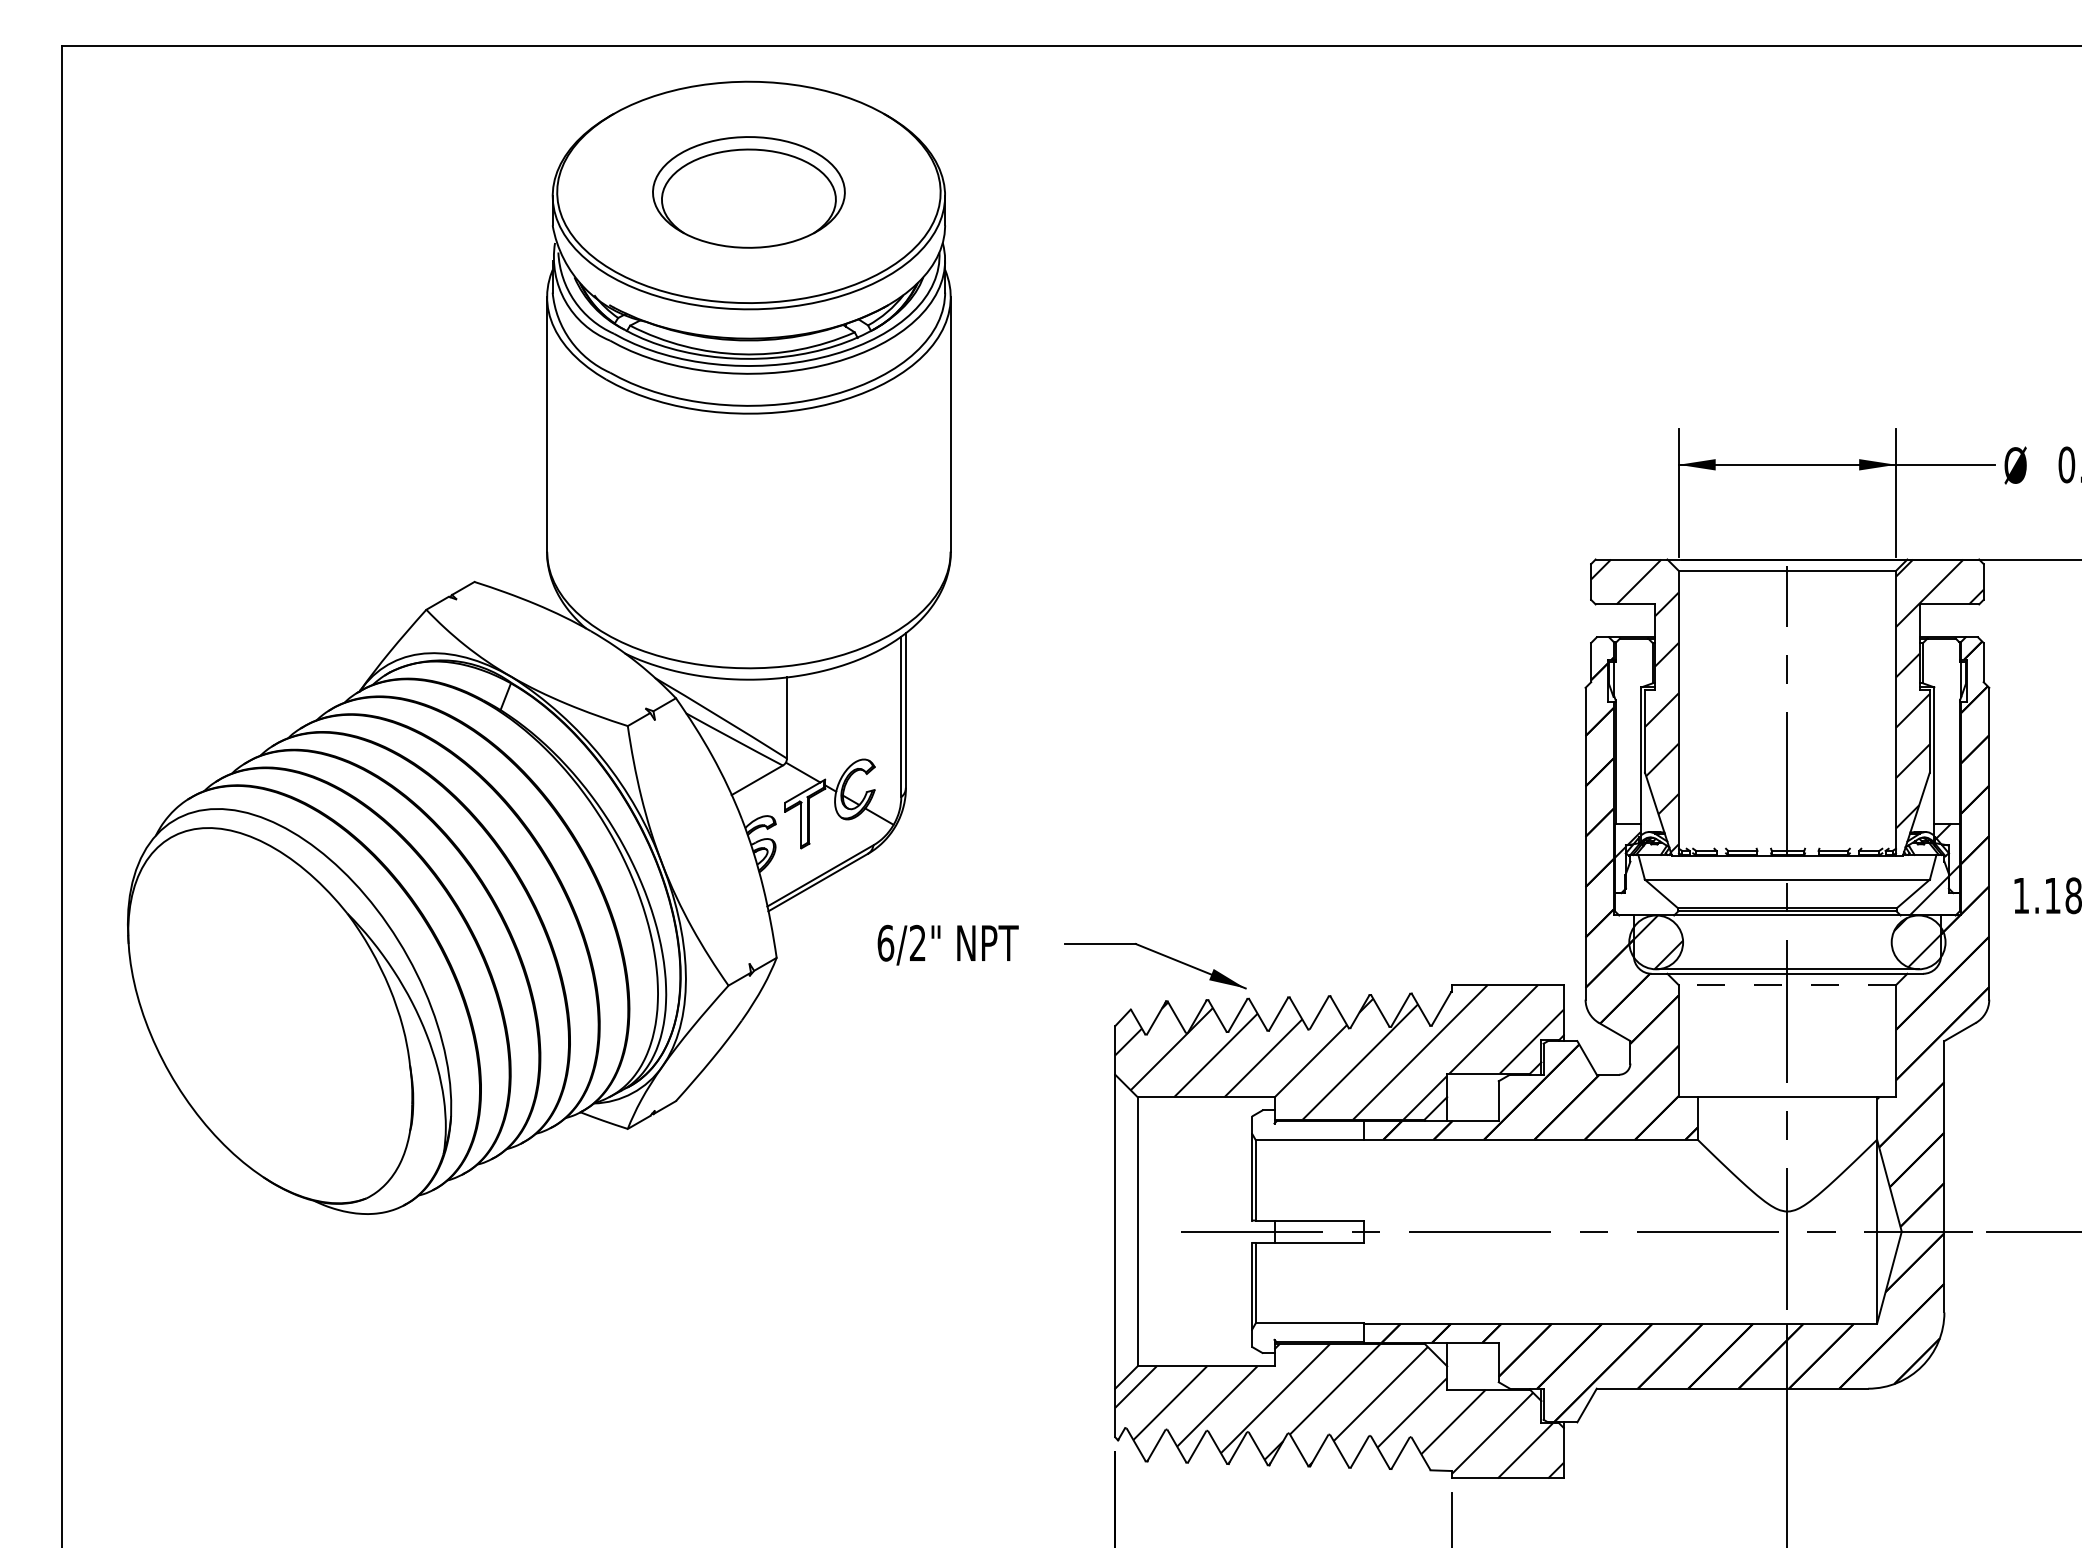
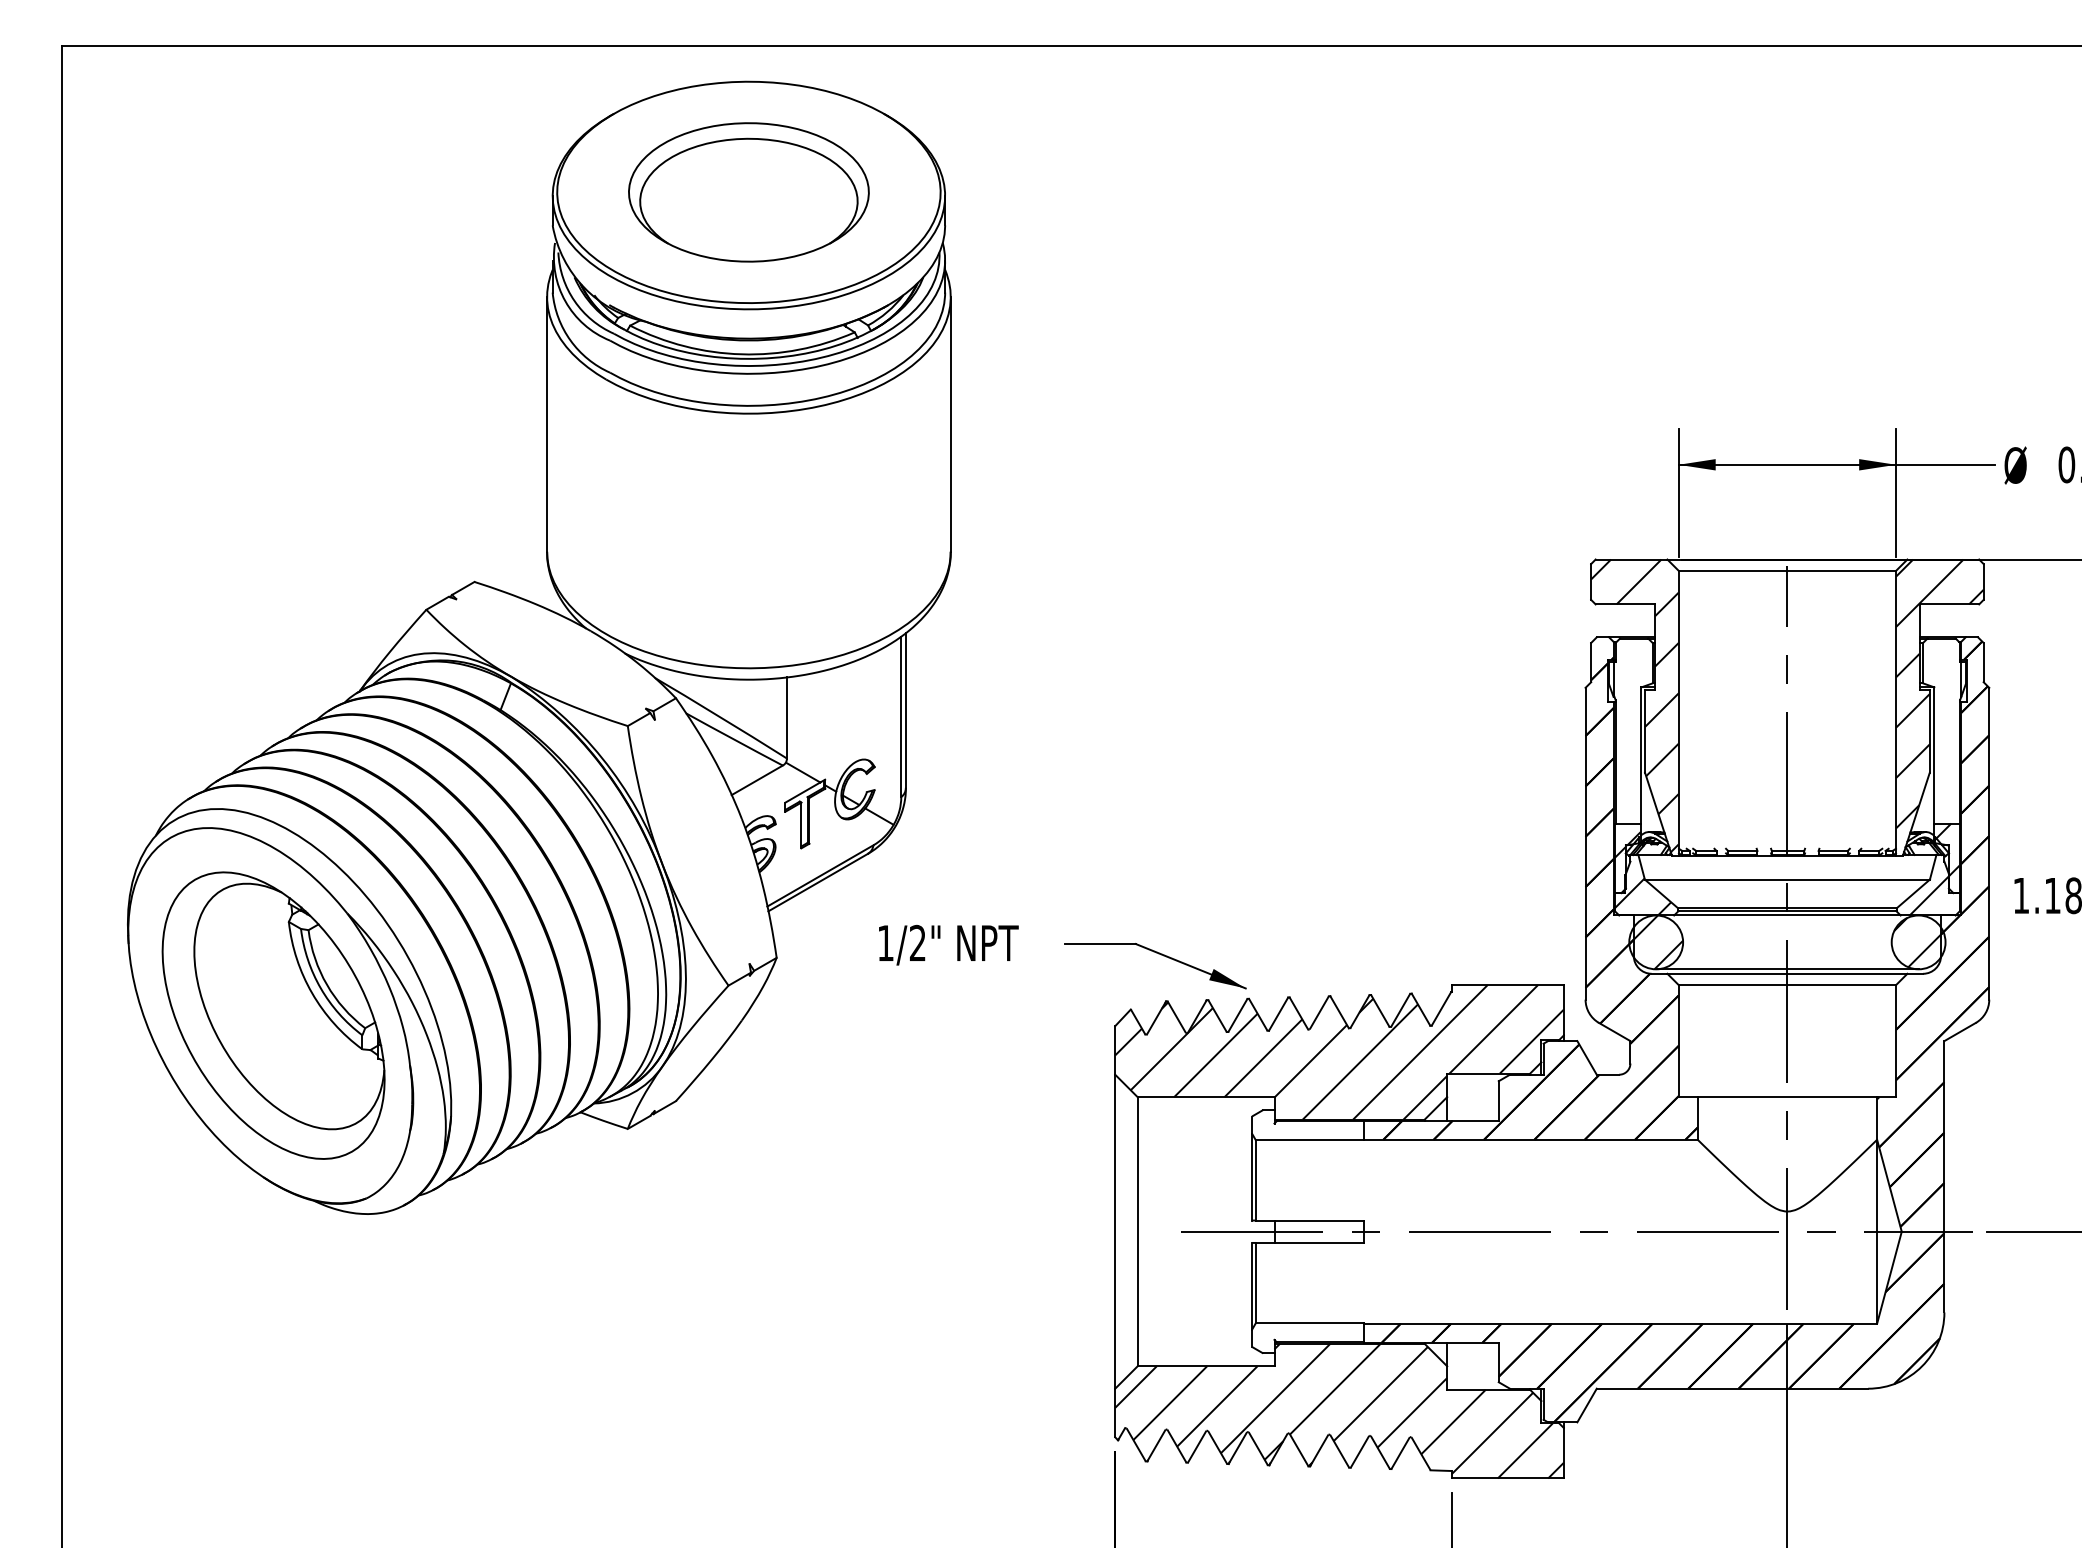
part at (748, 192) size: 194x113 px -> 242x141 px
hatch at (1642, 896): none -> present
text at (885, 942): 6/2" -> 1/2"
line at (1787, 985): dashed -> solid
part at (273, 1015): none -> present
